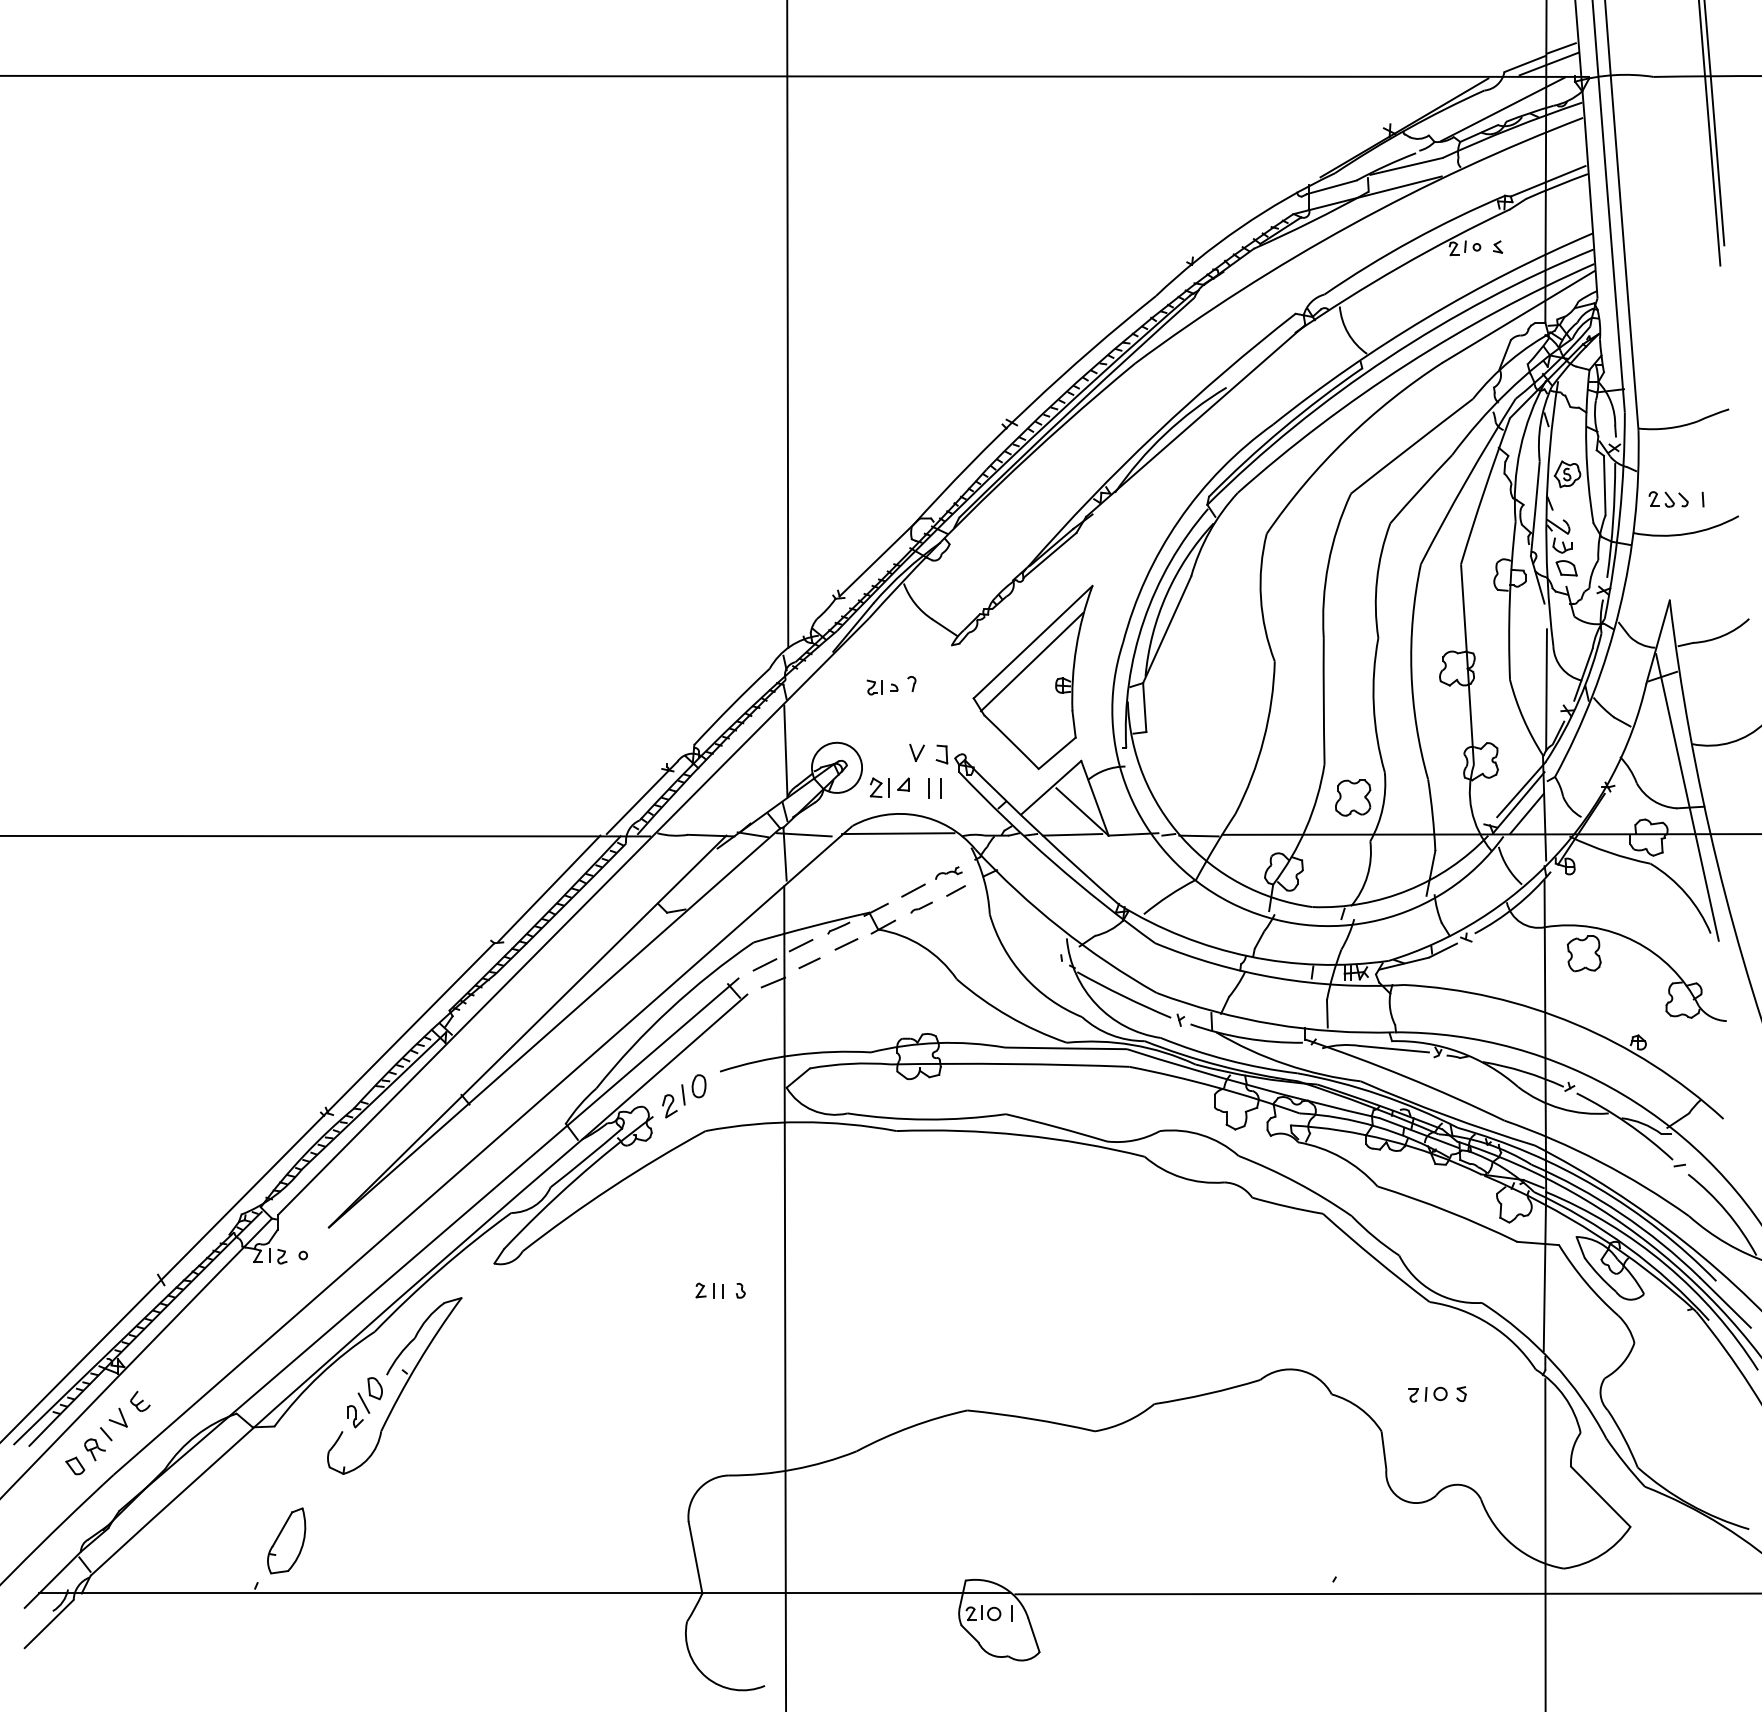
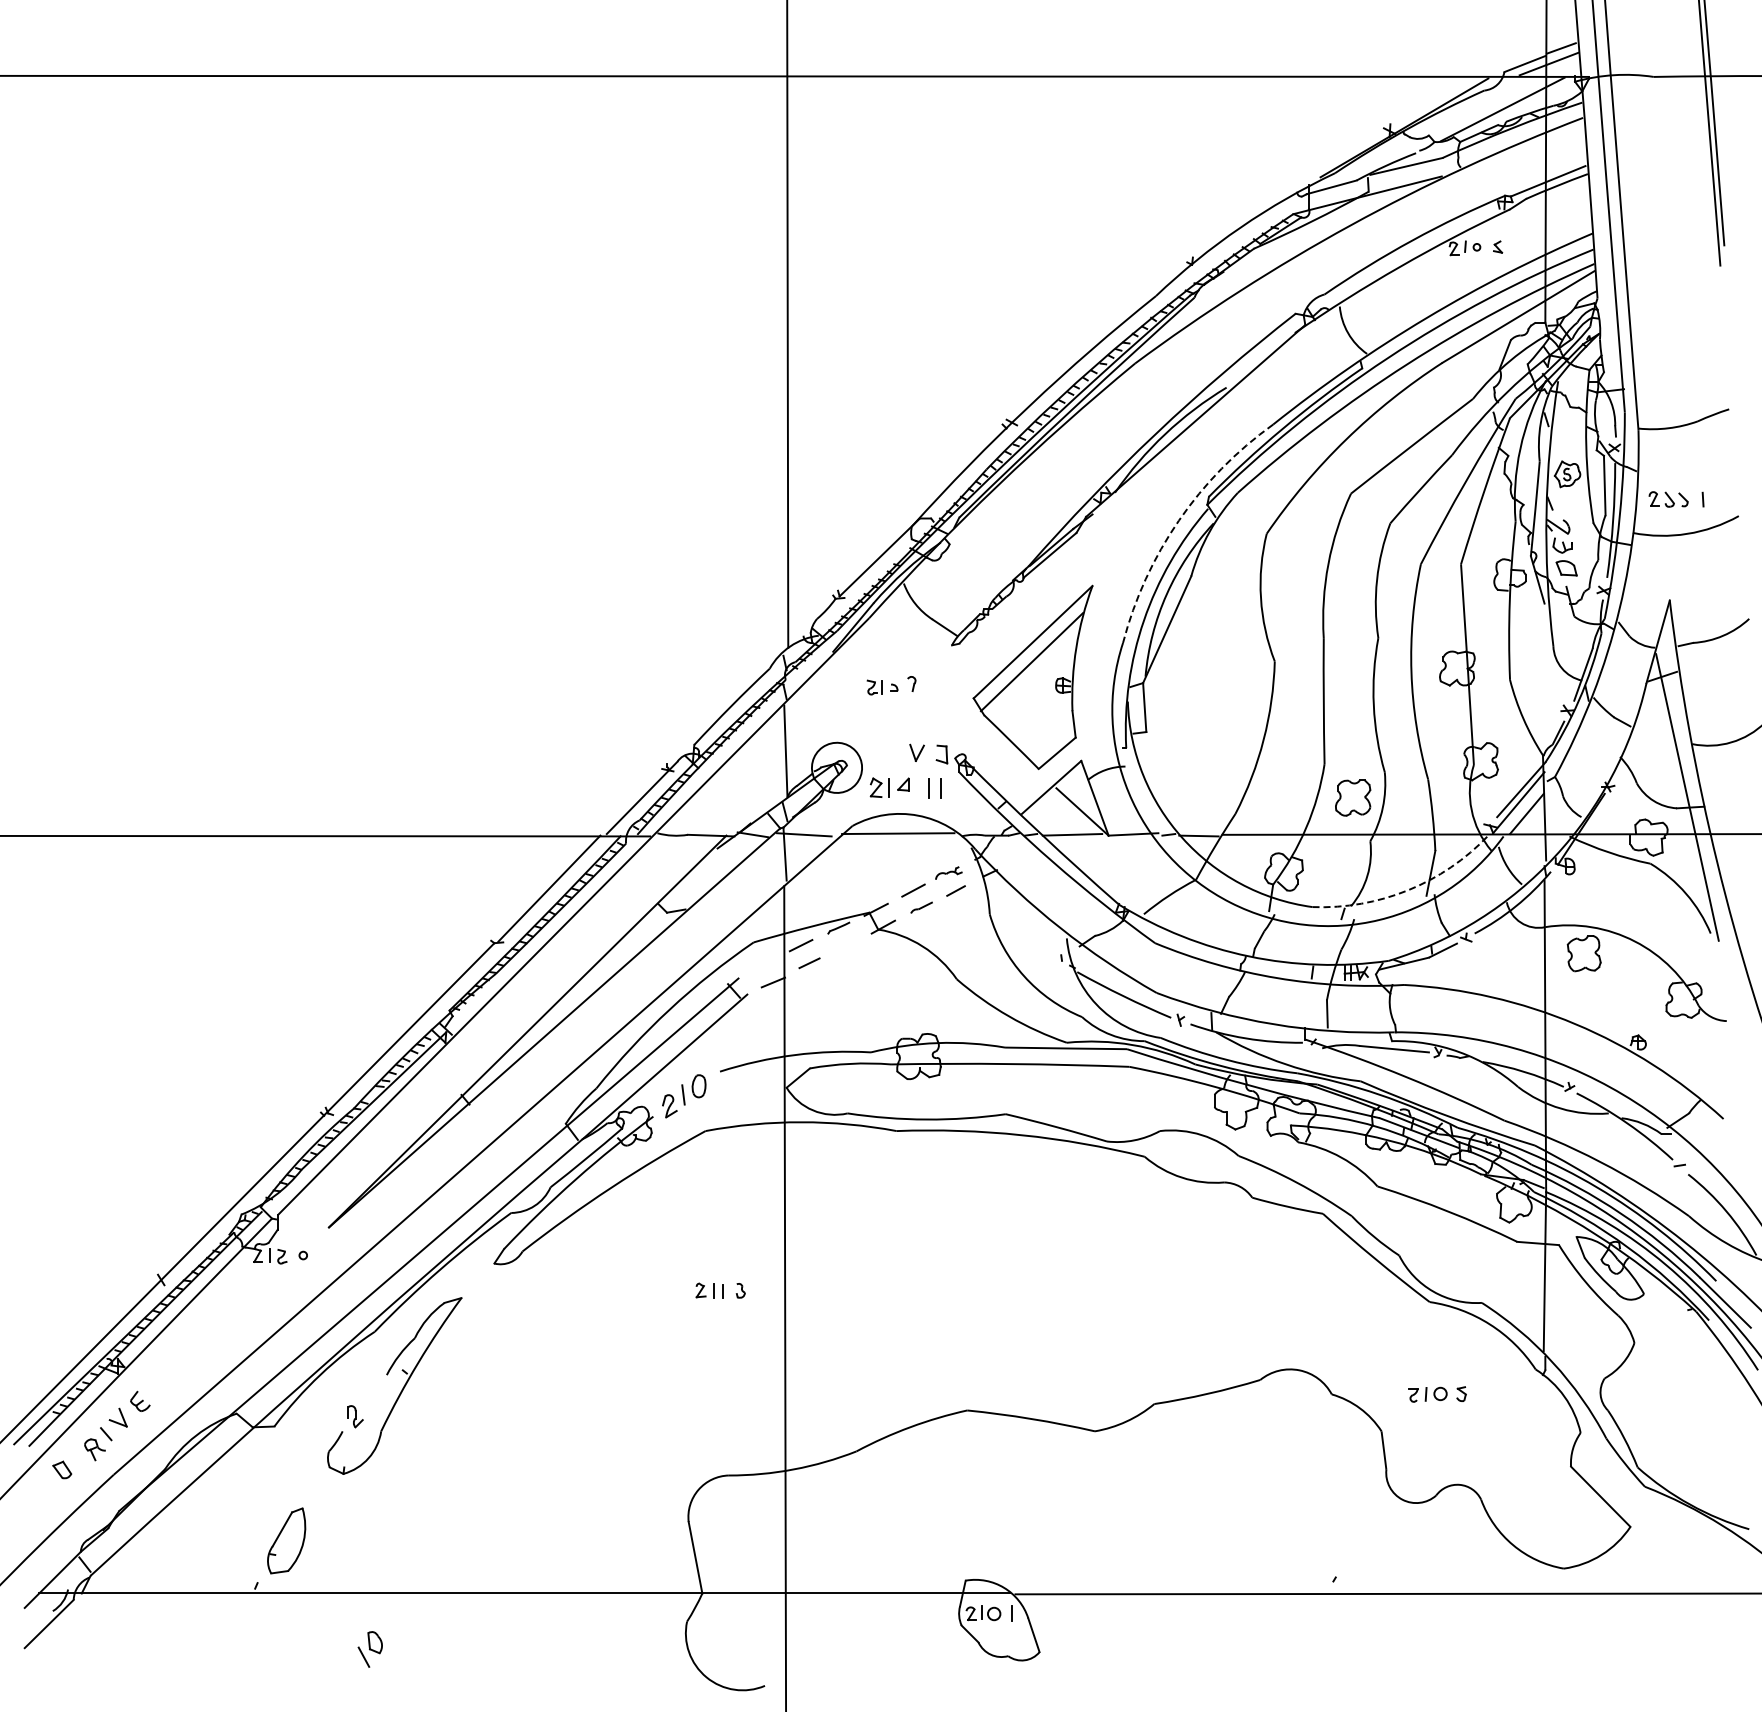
arc at (1178, 520): solid -> dashed
line at (1546, 689): present -> none
arc at (1408, 890): solid -> dashed
line at (846, 944): present -> none
line at (764, 964): present -> none
part at (369, 1395) position: (369, 1395) -> (369, 1649)
part at (75, 1465) position: (75, 1465) -> (62, 1469)
line at (1545, 1543): present -> none
